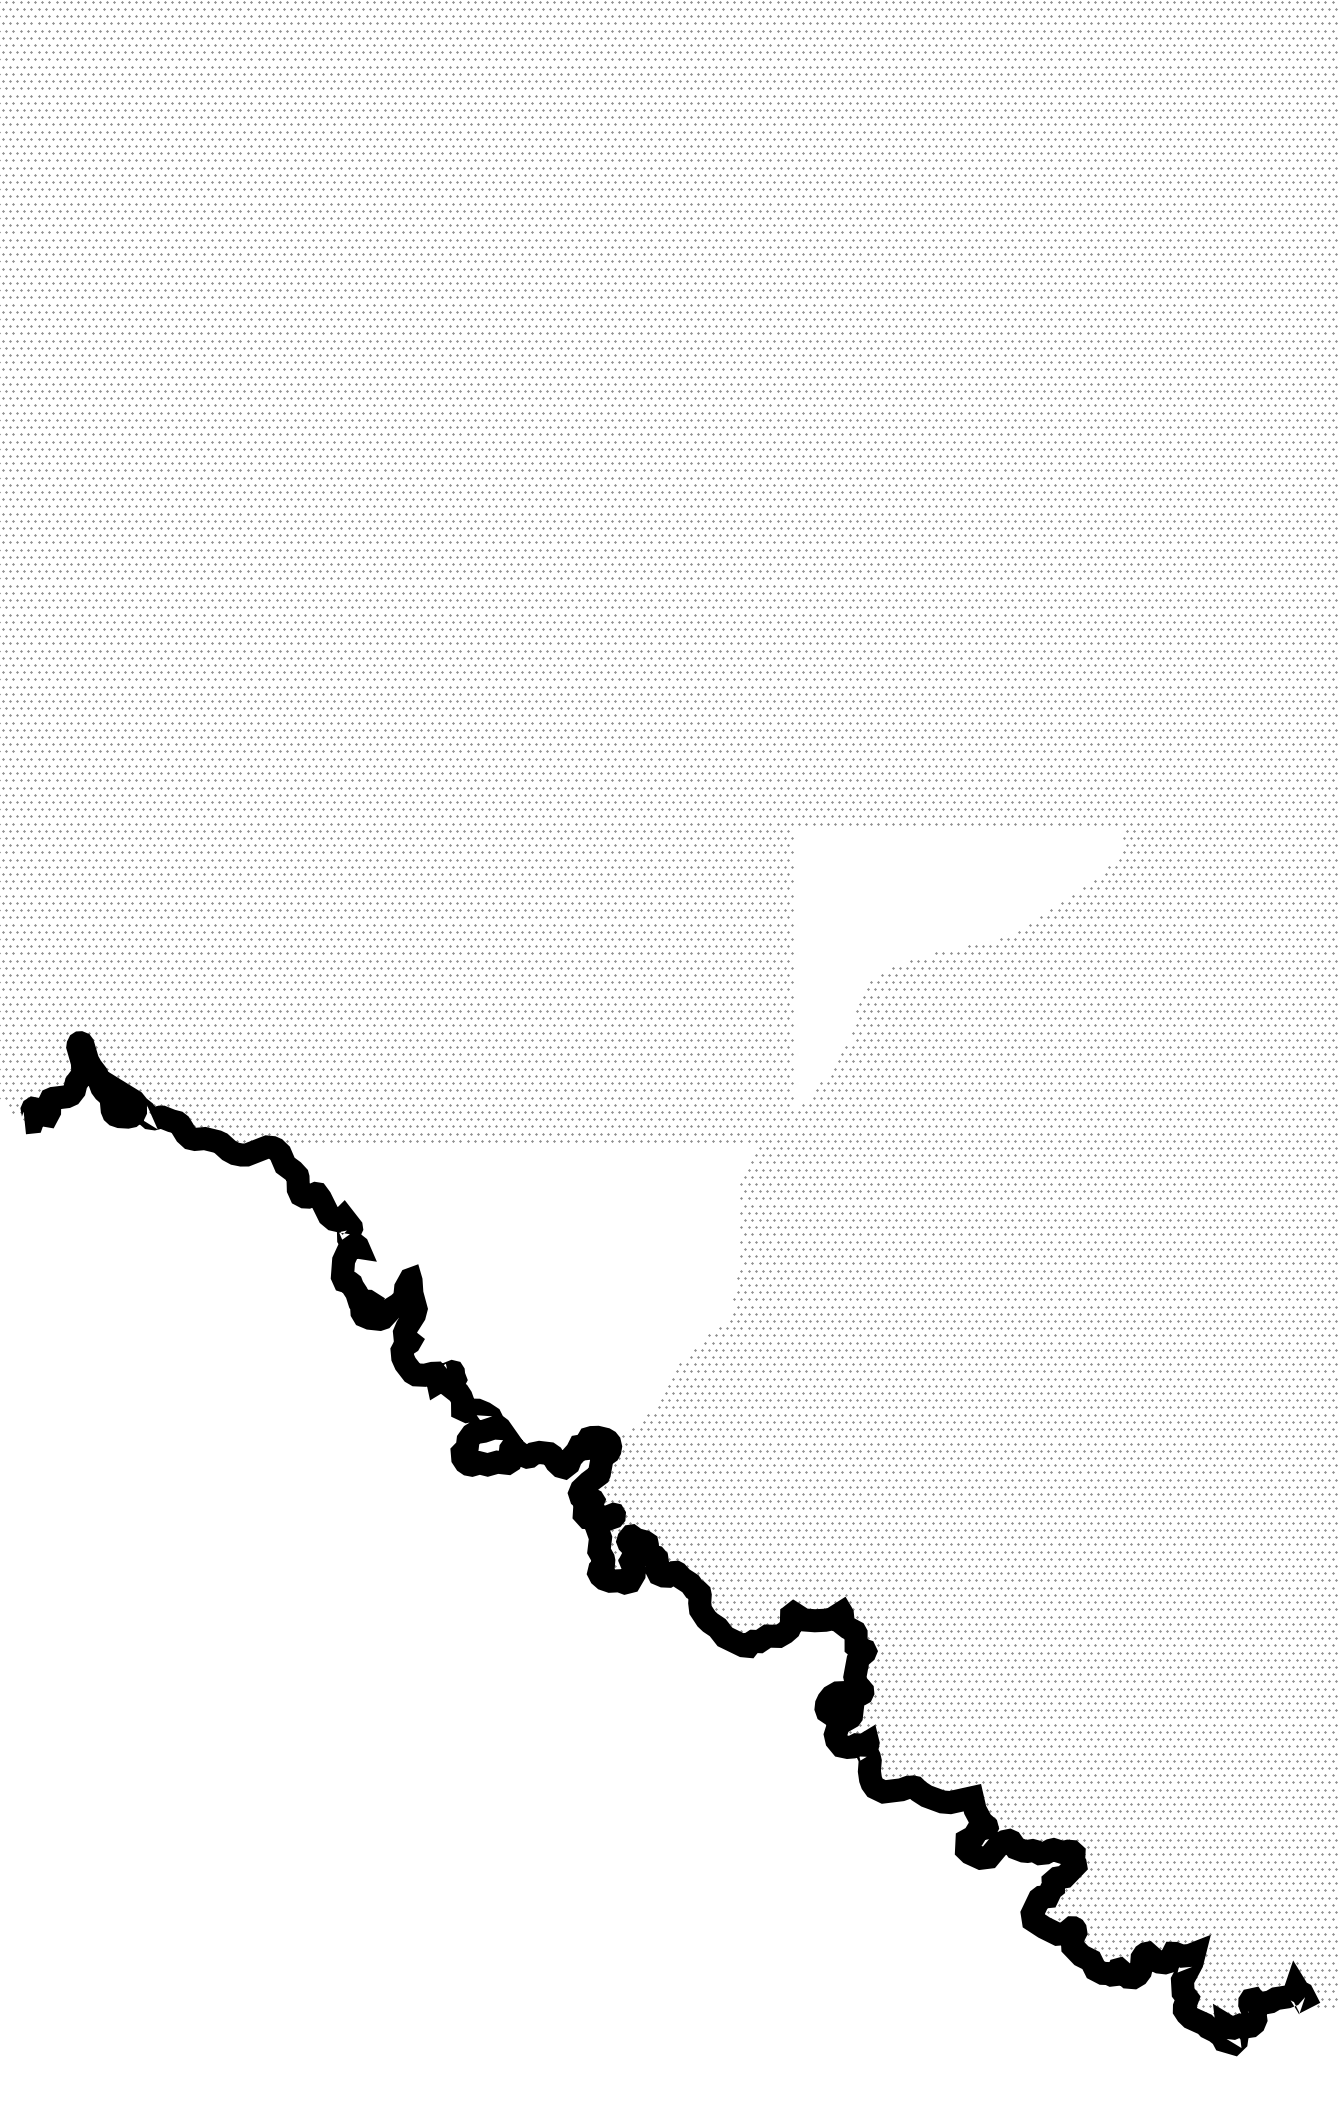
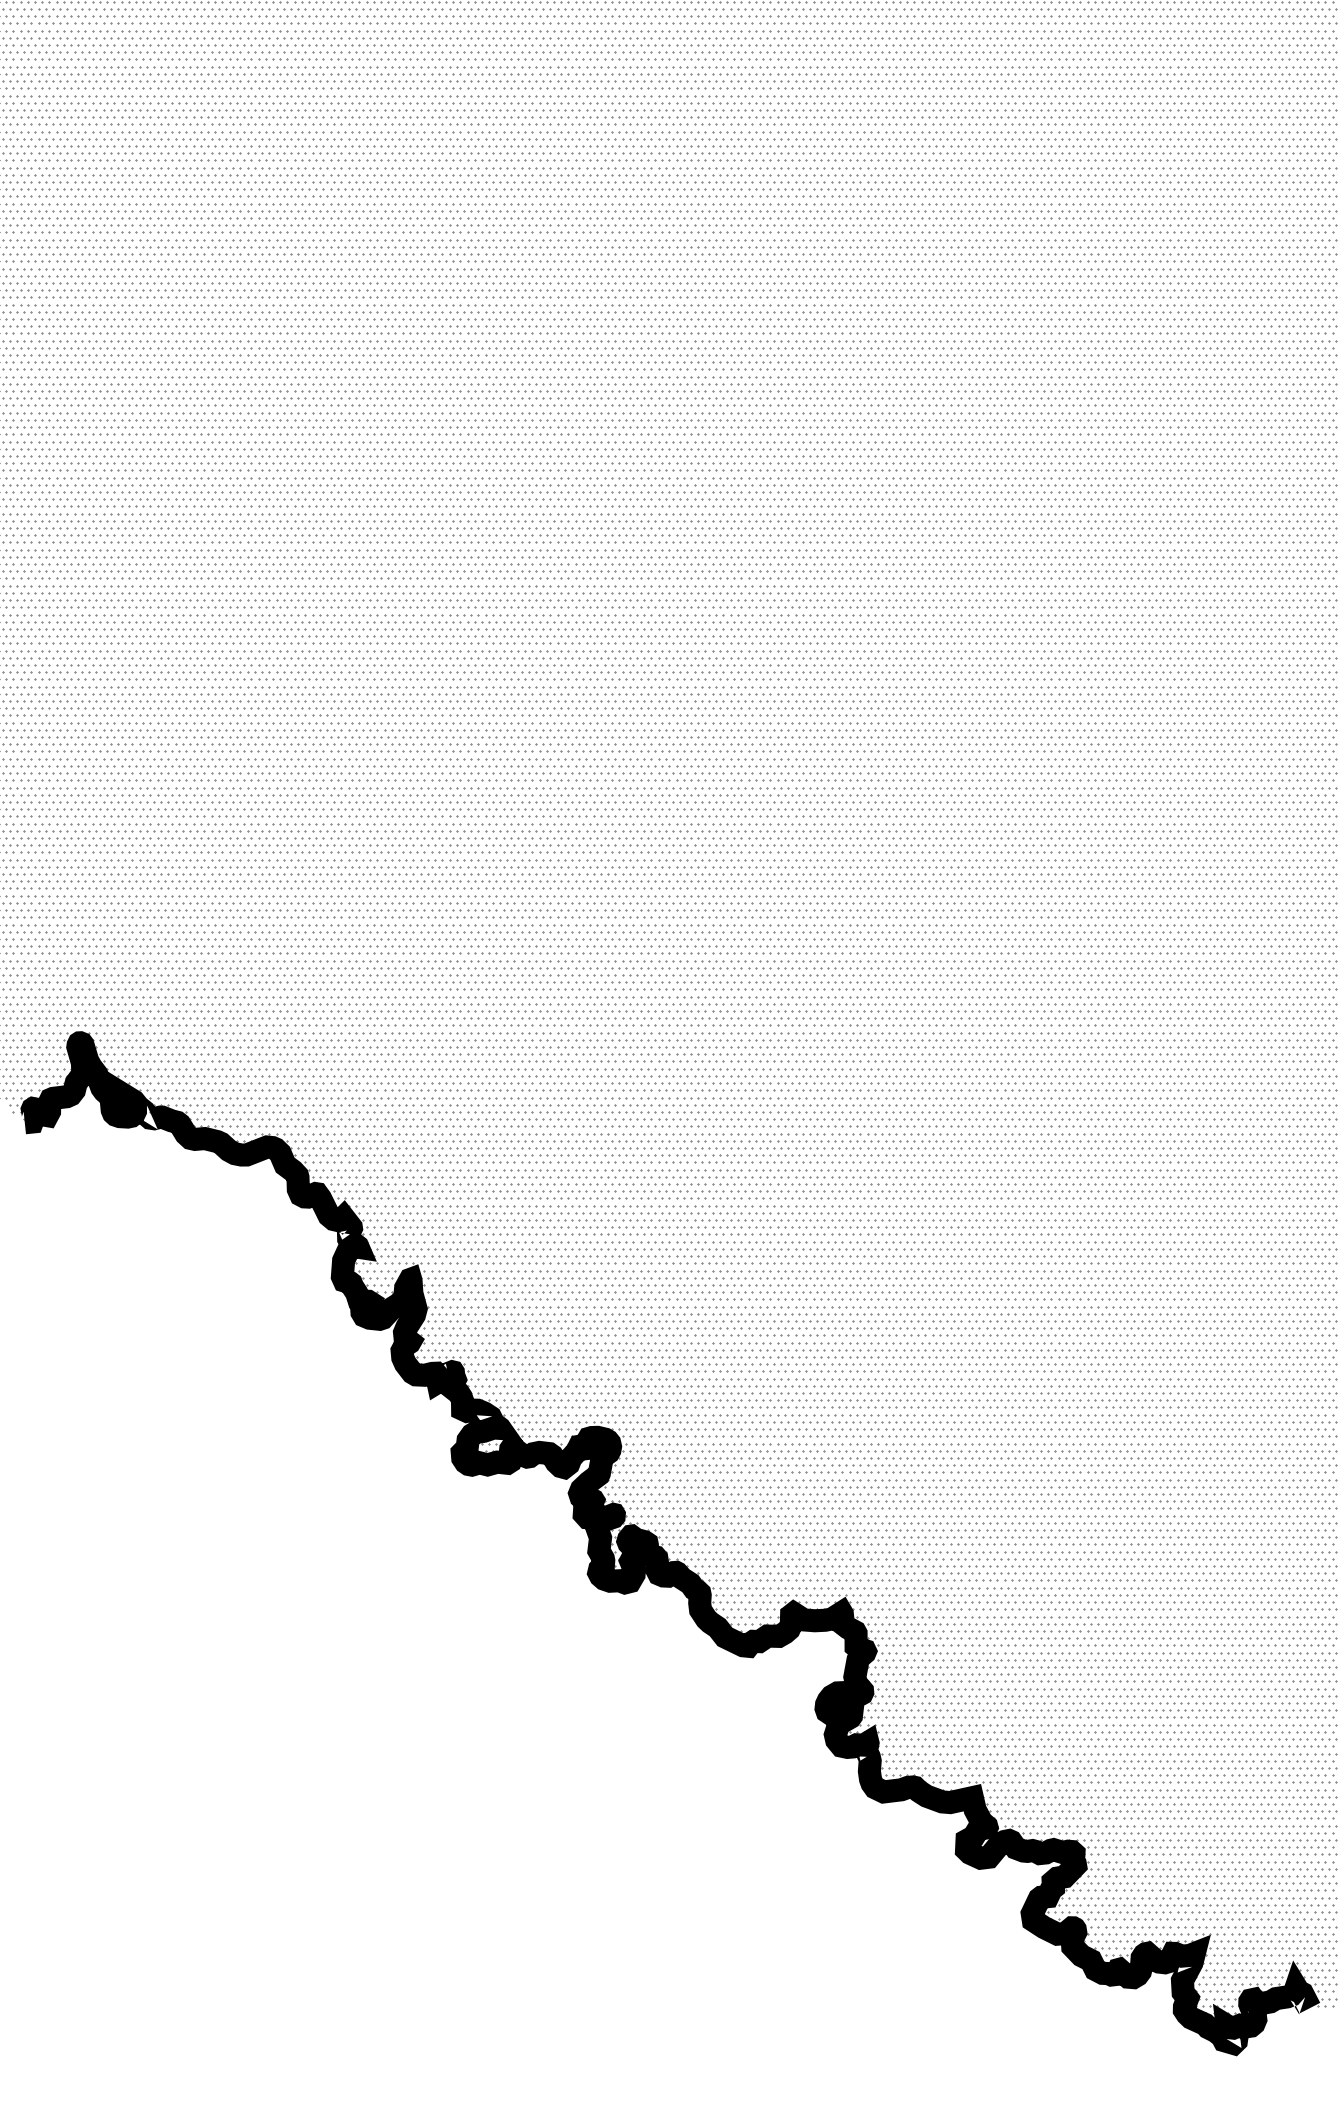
hatch at (957, 967): none -> present
hatch at (492, 1302): none -> present
